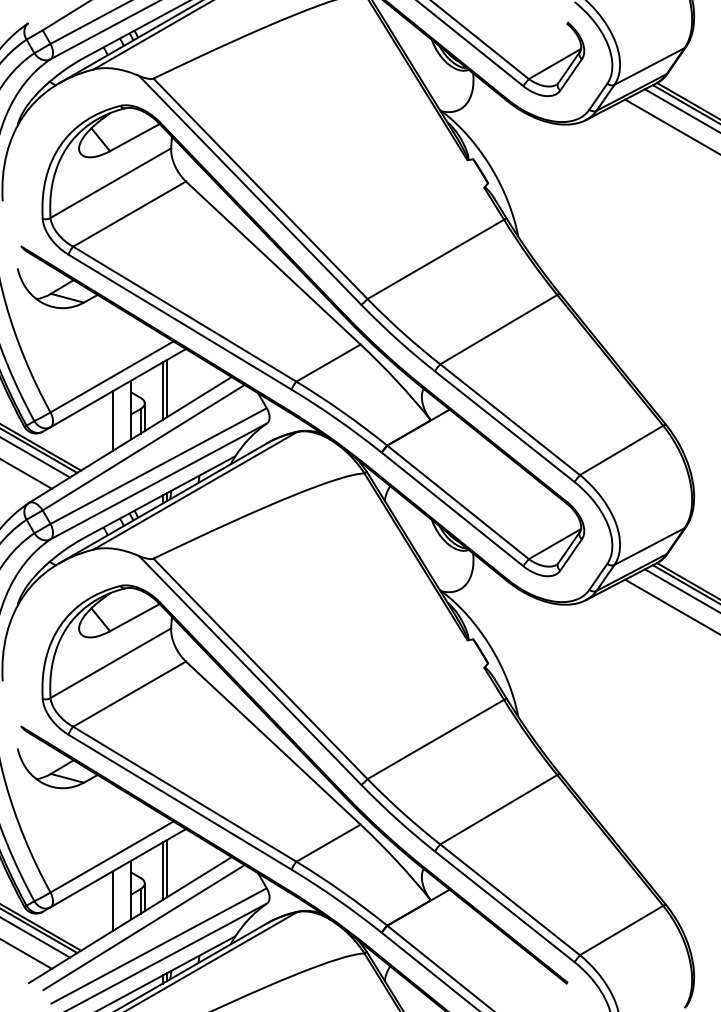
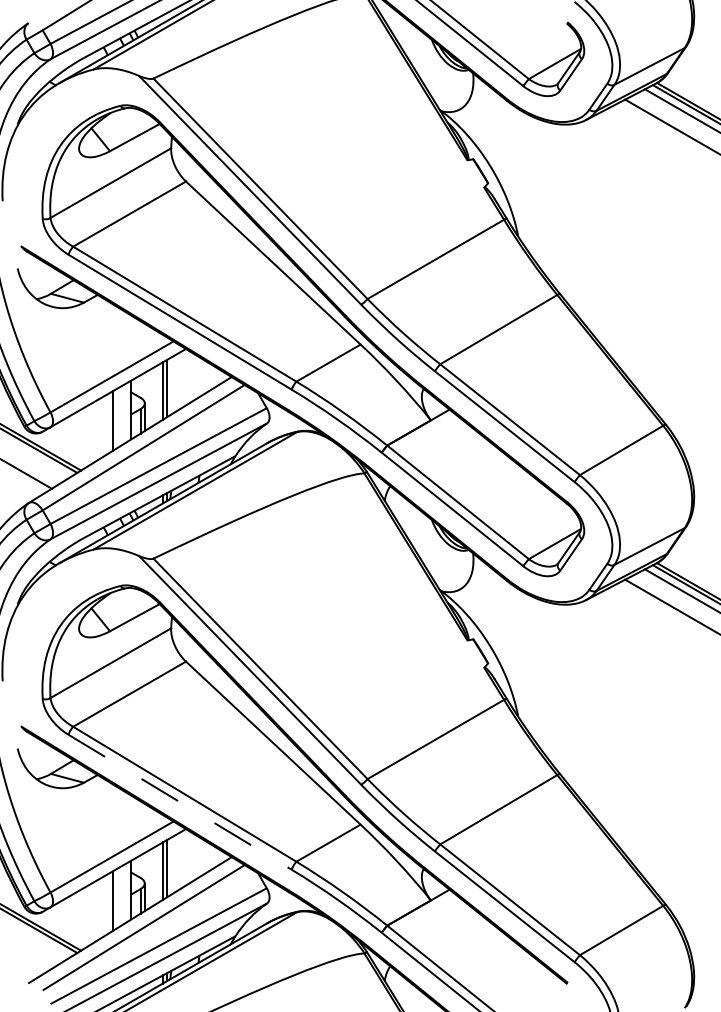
line at (36, 457): present -> none
line at (180, 802): solid -> dashed
line at (36, 937): present -> none
line at (26, 954): present -> none
